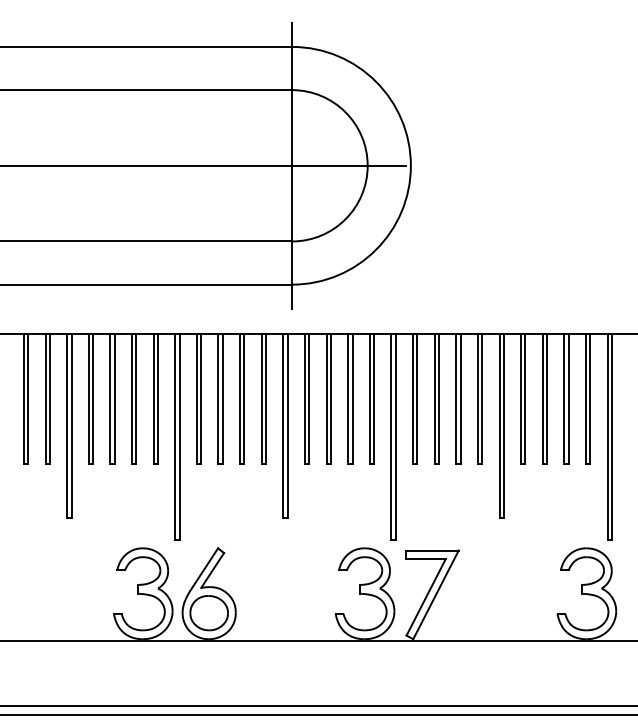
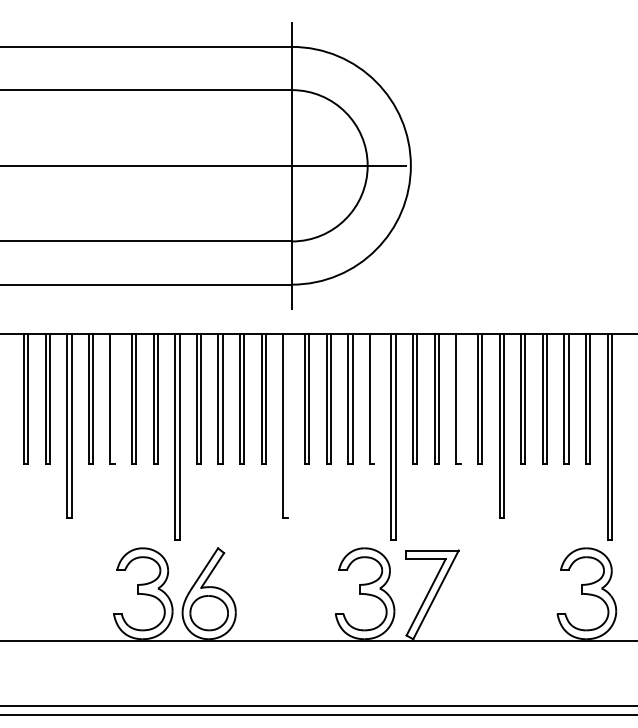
line at (114, 399): present -> none
line at (374, 399): present -> none
line at (460, 399): present -> none
line at (287, 426): present -> none
